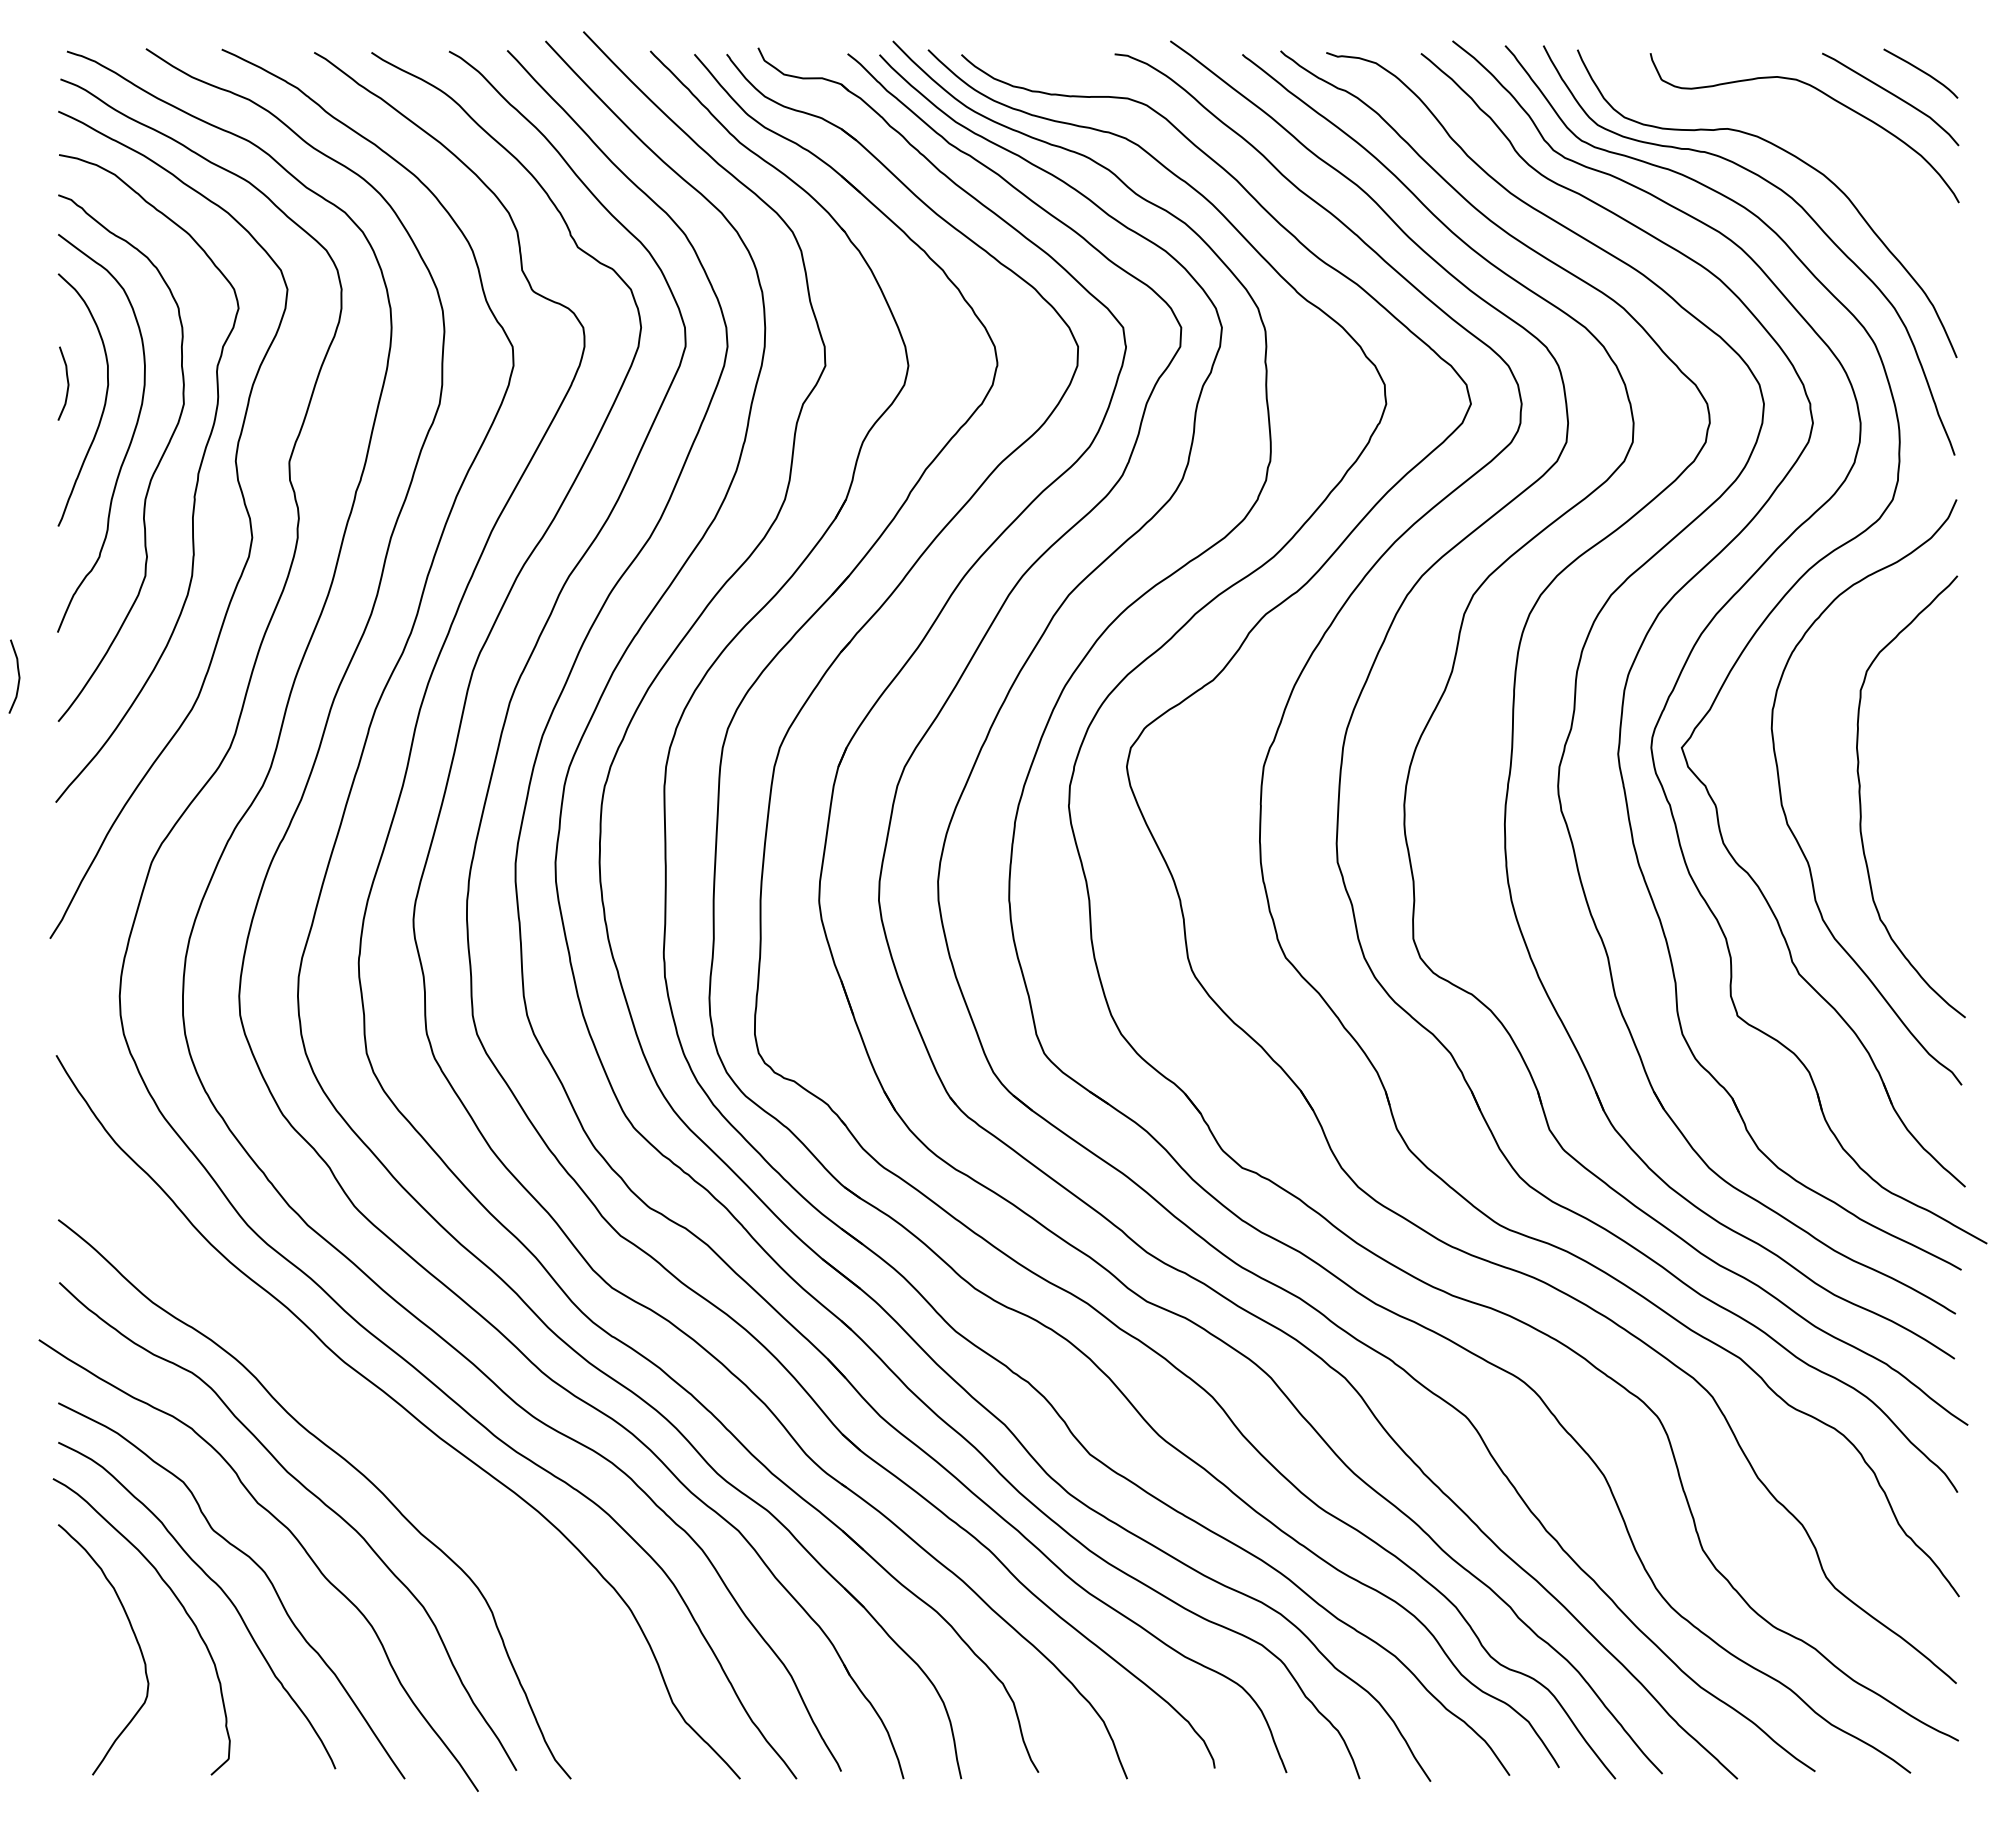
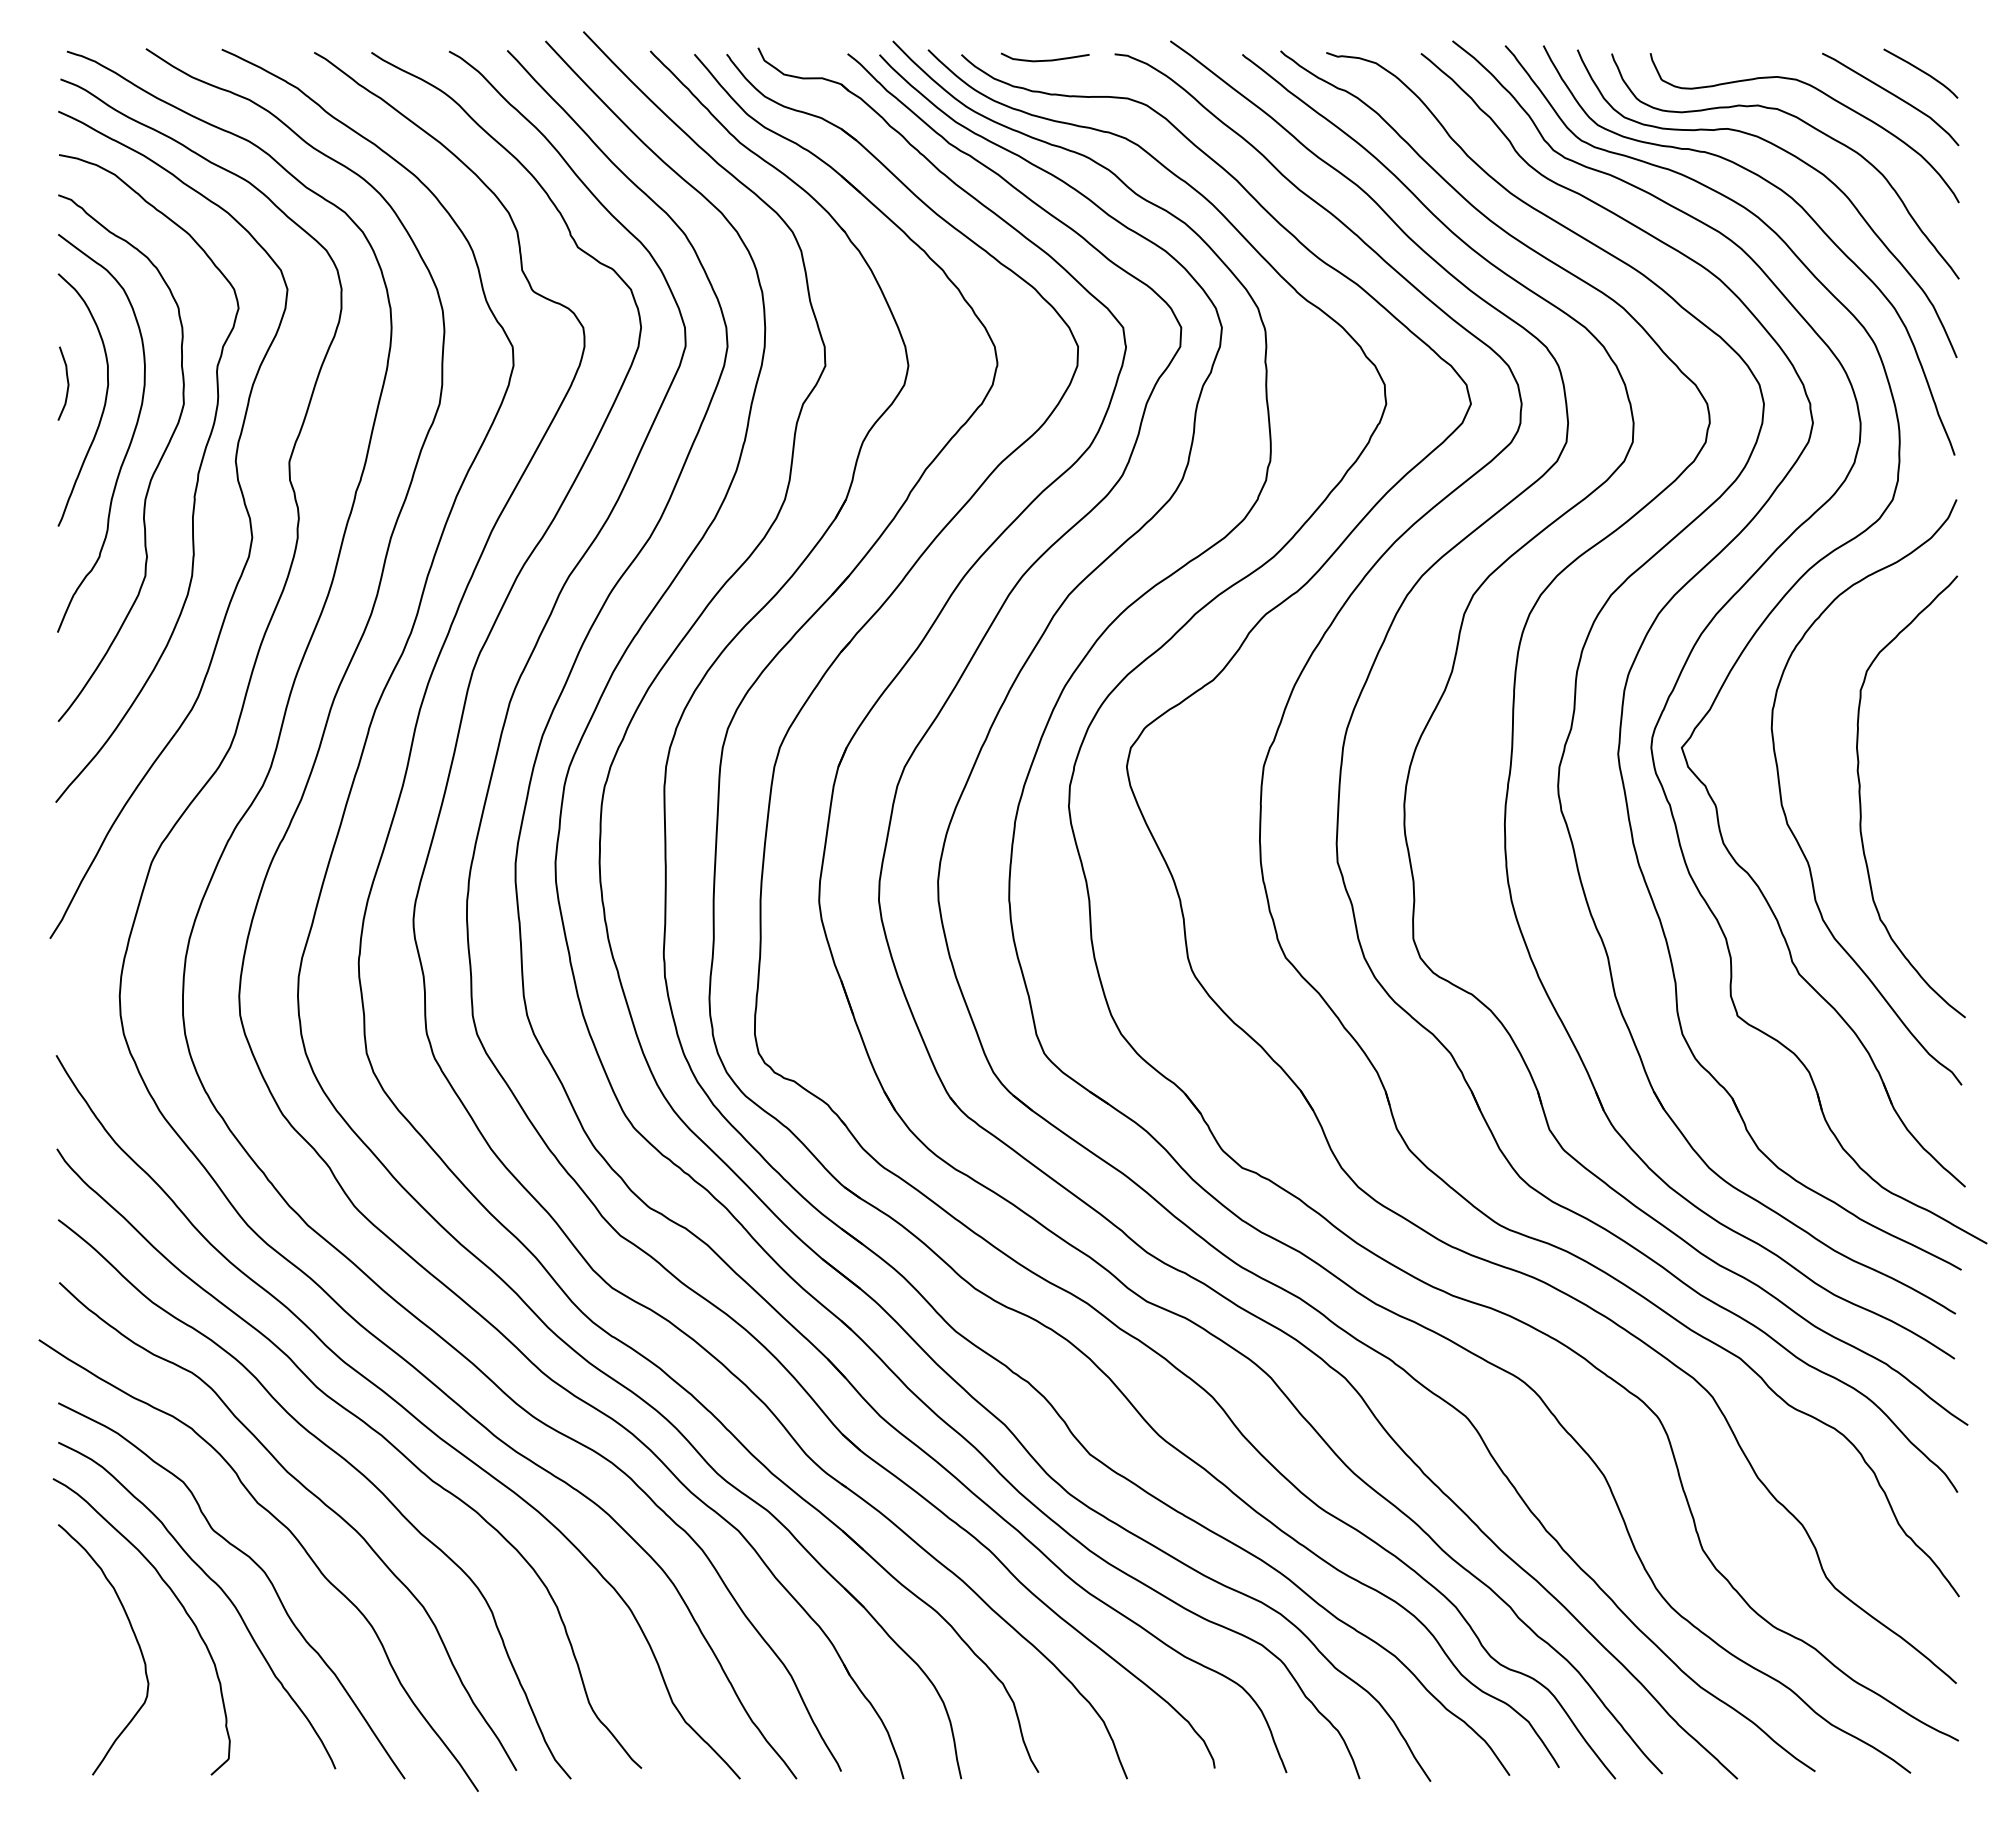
curve at (1045, 59): none -> present
curve at (1809, 126): none -> present
curve at (18, 676): present -> none
curve at (371, 1429): none -> present
